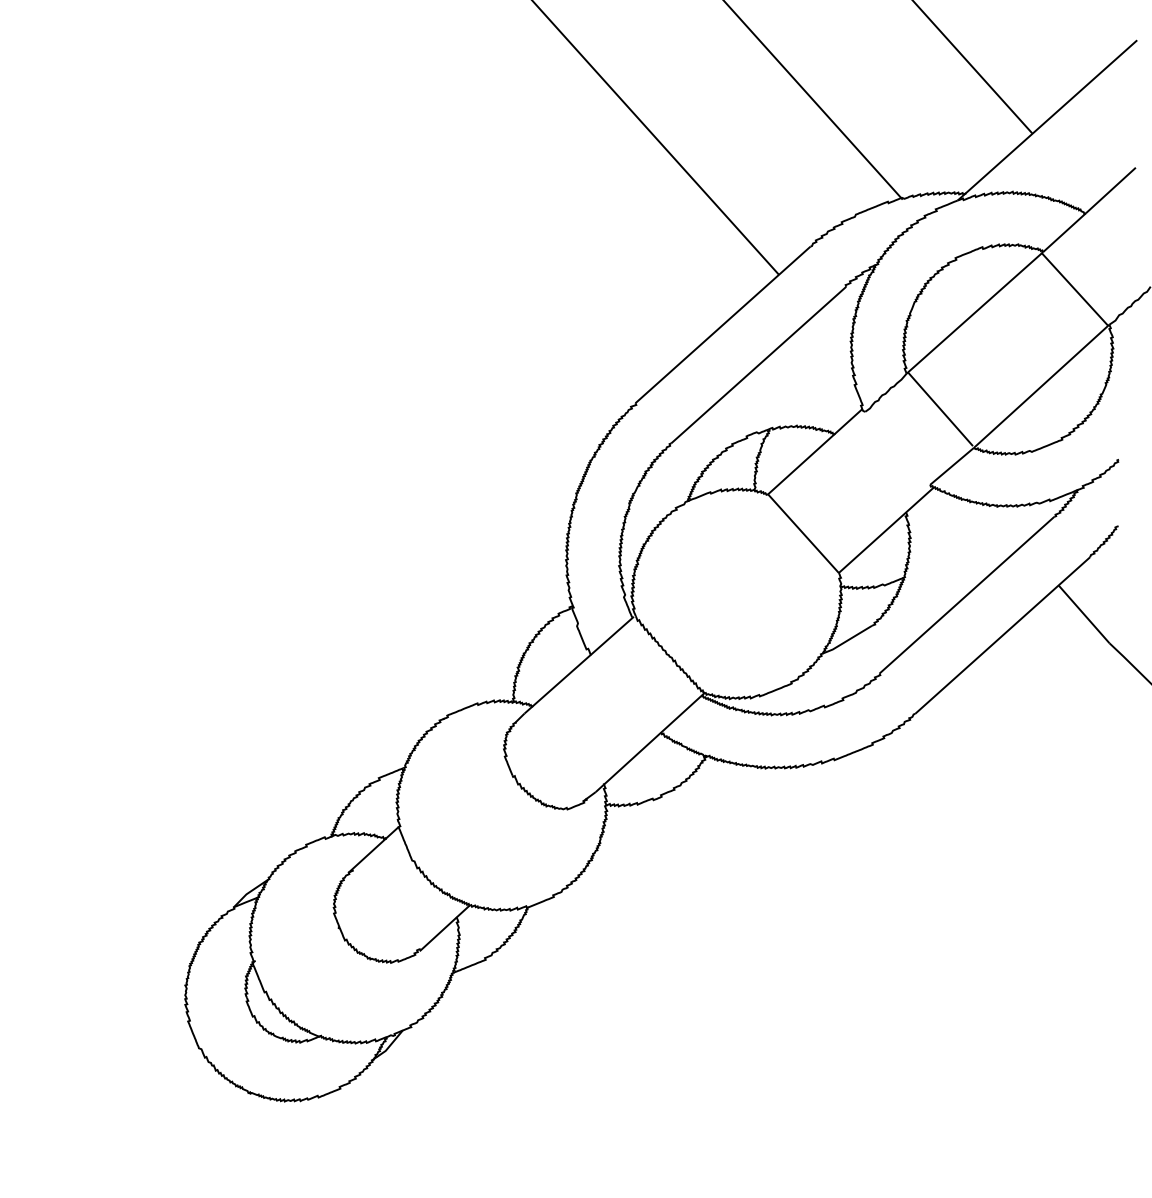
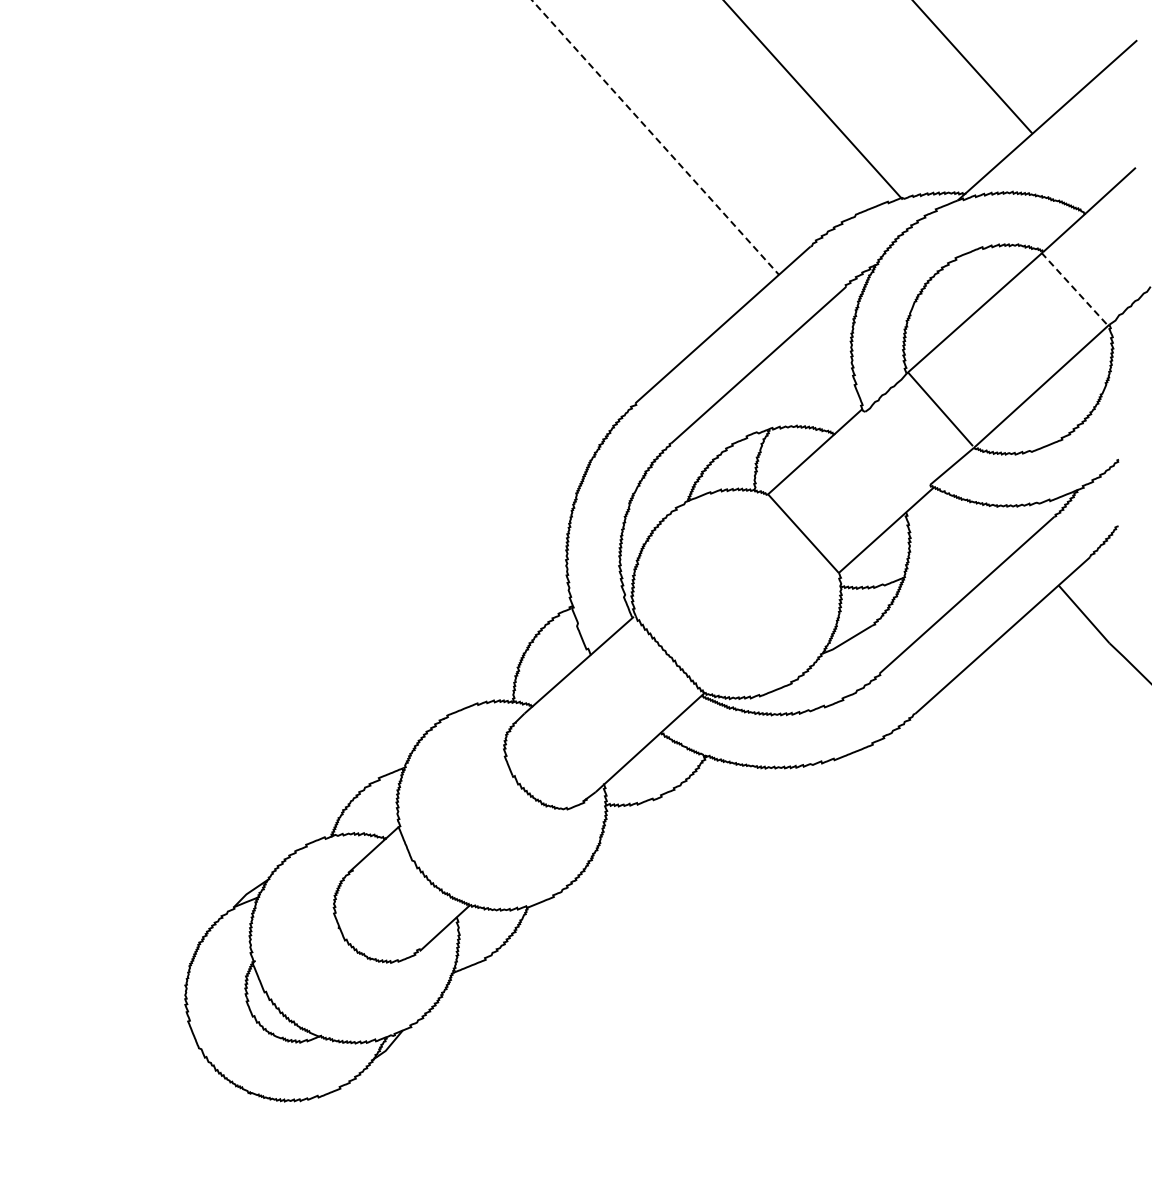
line at (656, 138): solid -> dashed
line at (1075, 289): solid -> dashed
